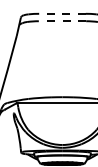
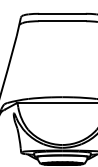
line at (62, 13): dashed -> solid
line at (62, 21): dashed -> solid
